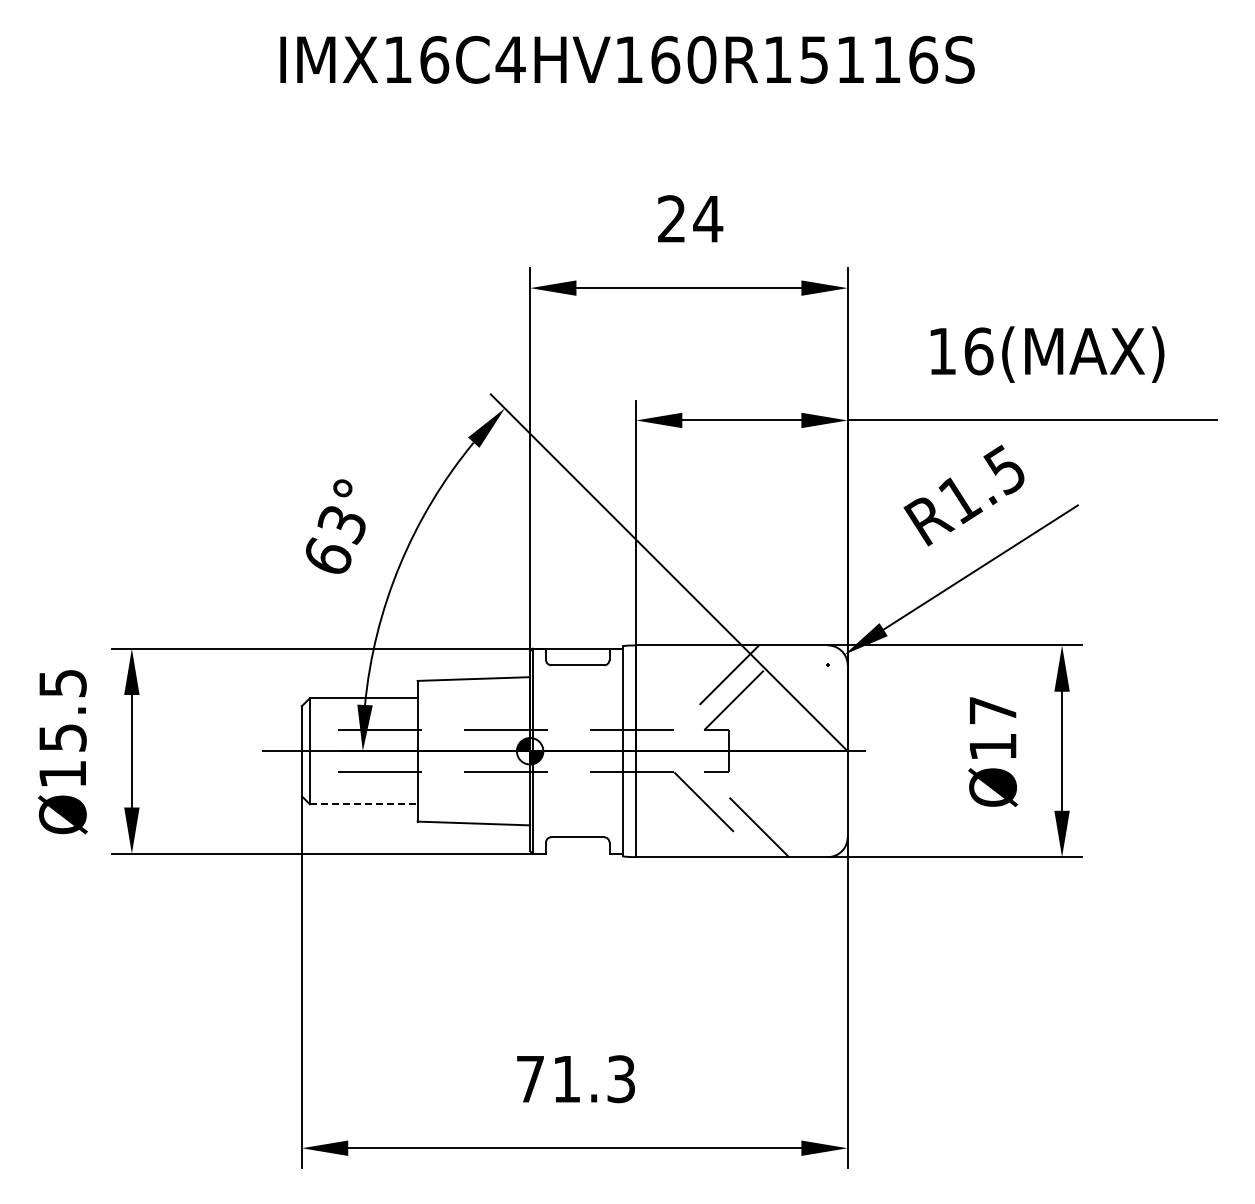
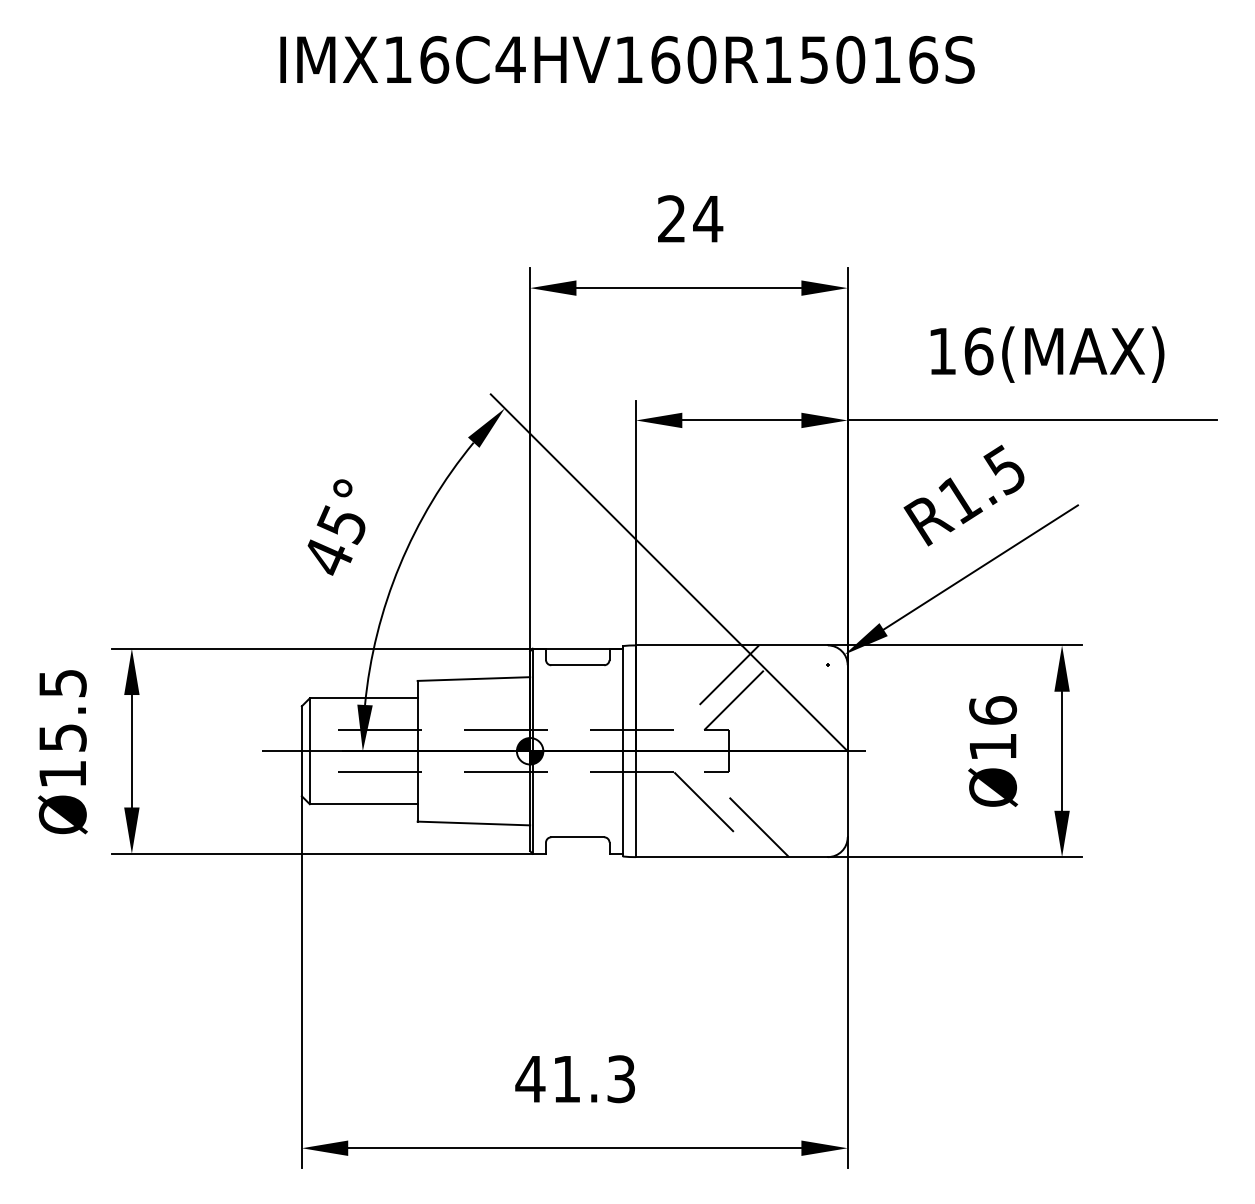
text at (850, 59): IMX16C4HV160R15116S -> IMX16C4HV160R15016S
text at (335, 540): 63° -> 45°
text at (993, 710): Ø17 -> Ø16
line at (363, 804): dashed -> solid
text at (530, 1079): 71.3 -> 41.3
